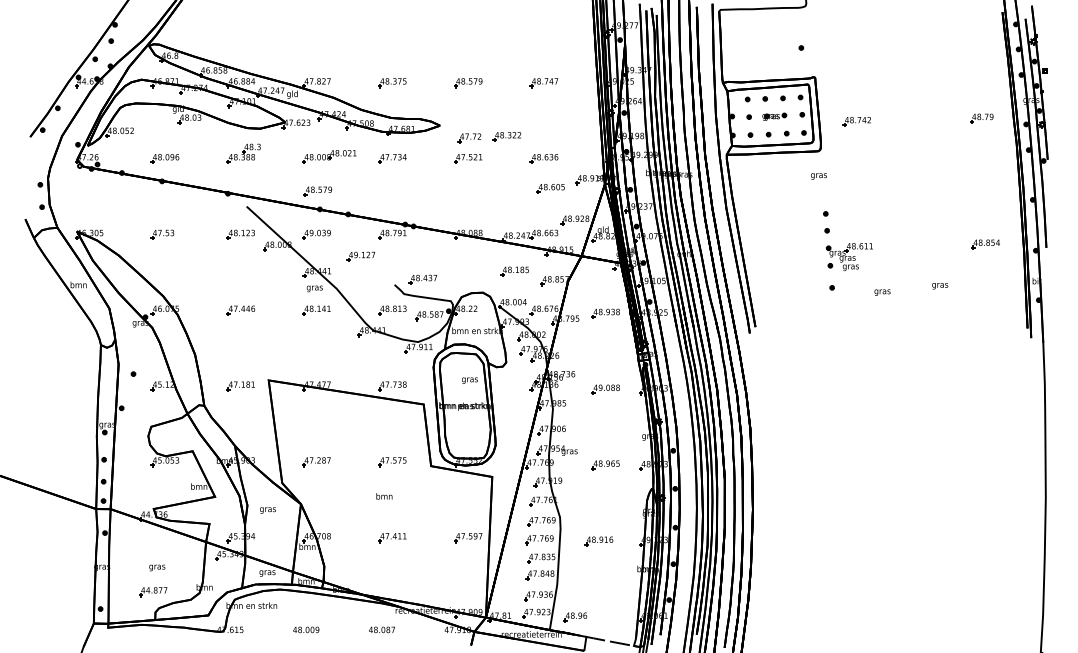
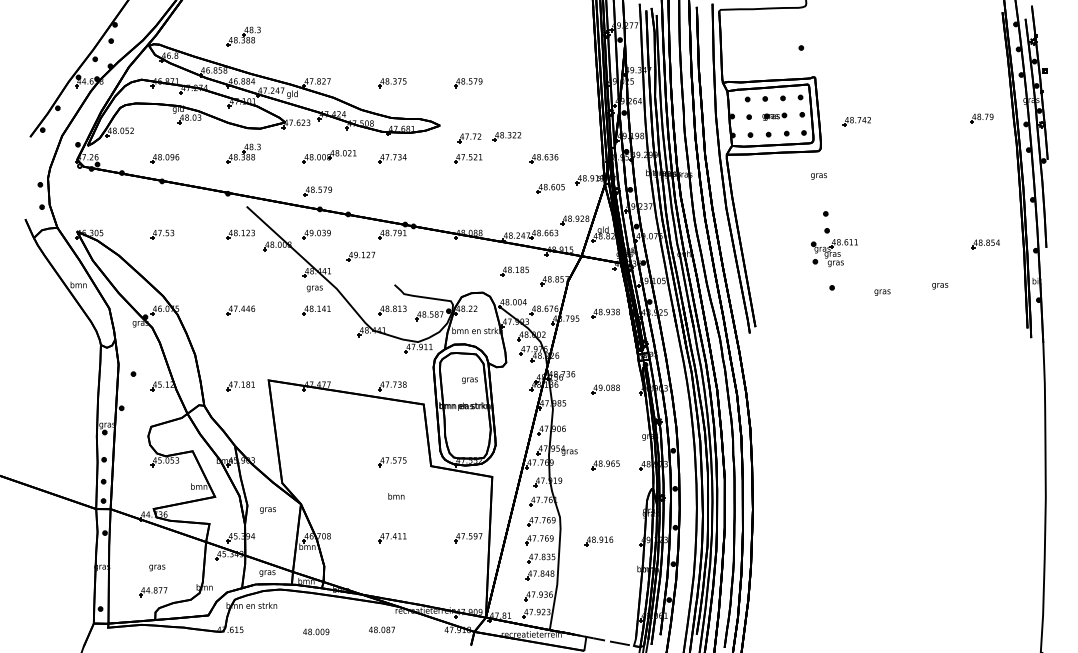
part at (243, 36): none -> present
part at (543, 83): present -> none
part at (849, 257) position: (849, 257) -> (834, 253)
part at (422, 279): present -> none
part at (316, 462): present -> none
text at (384, 496) position: (384, 496) -> (396, 496)
part at (575, 617): present -> none
text at (306, 629) position: (306, 629) -> (316, 631)
